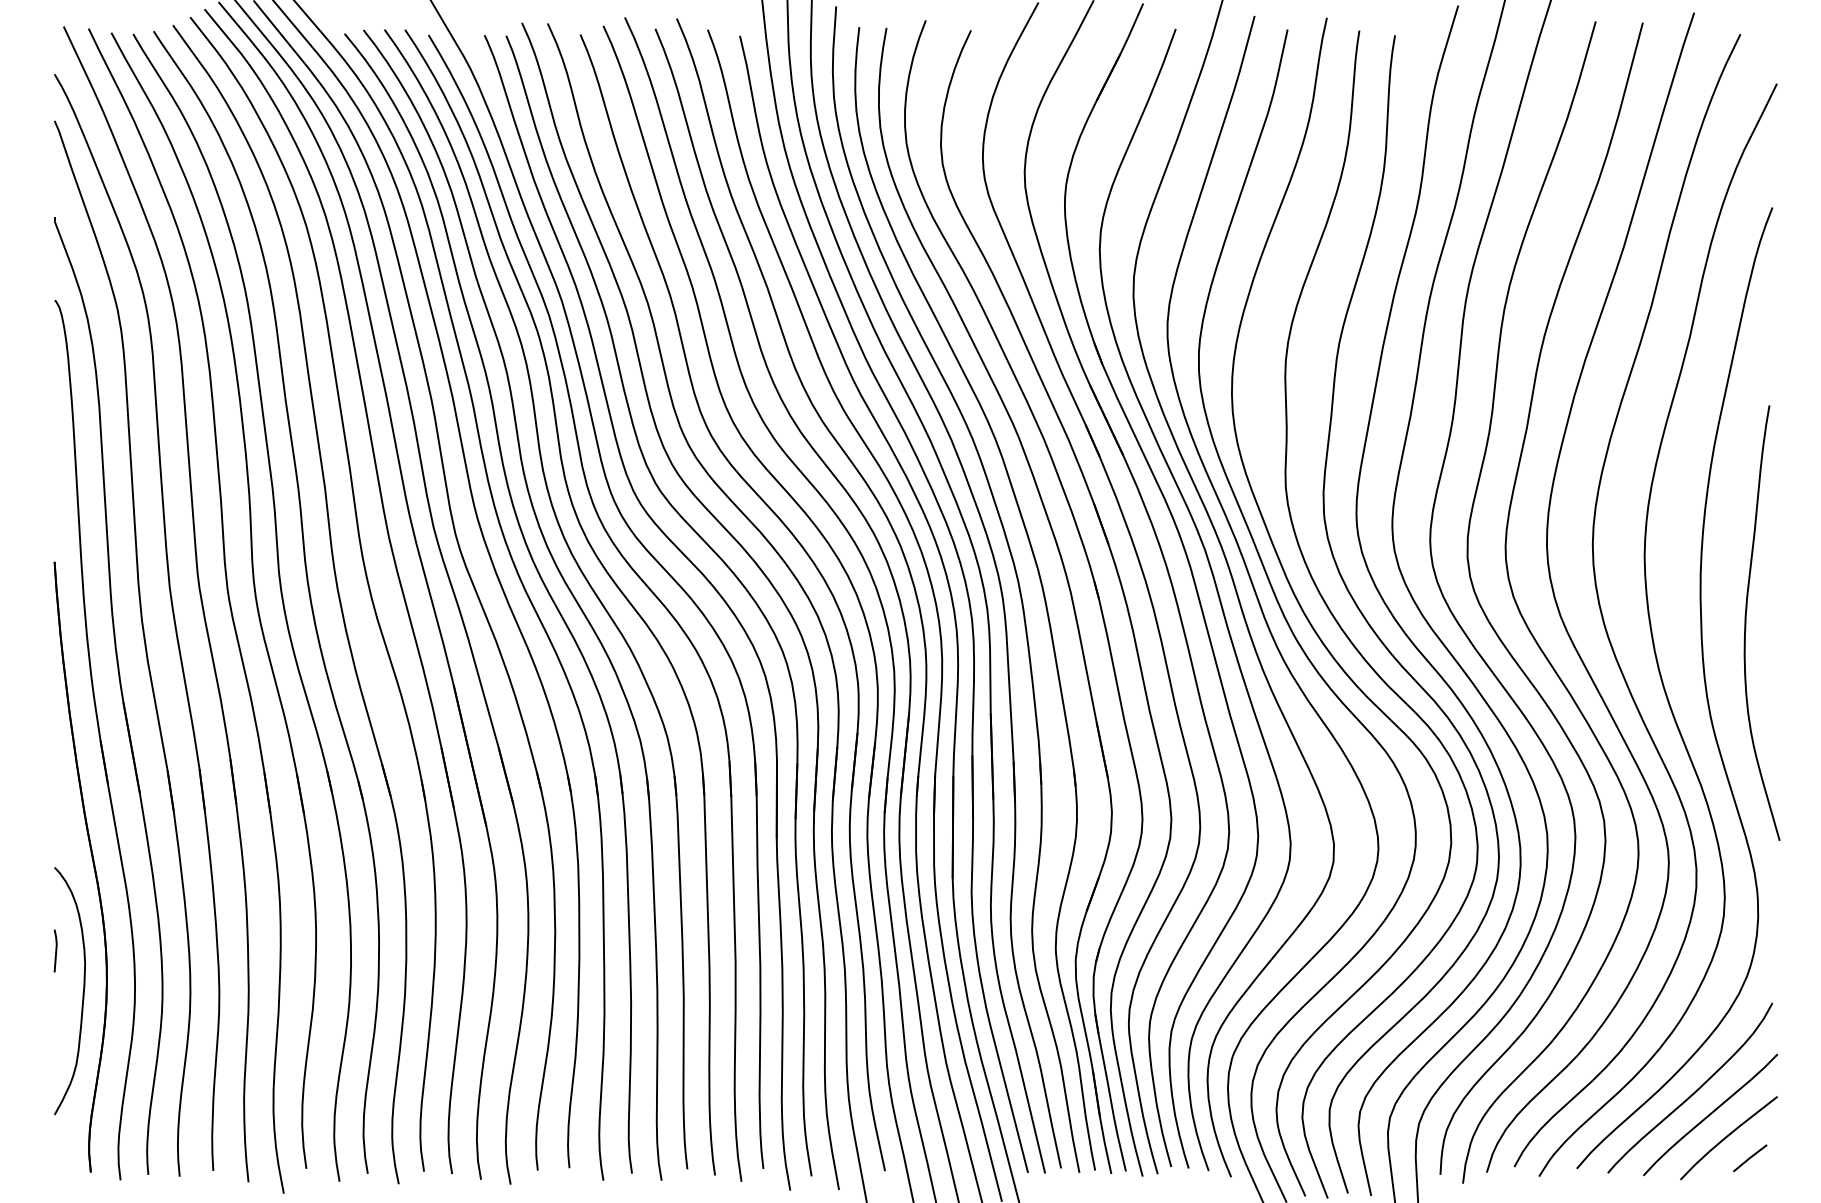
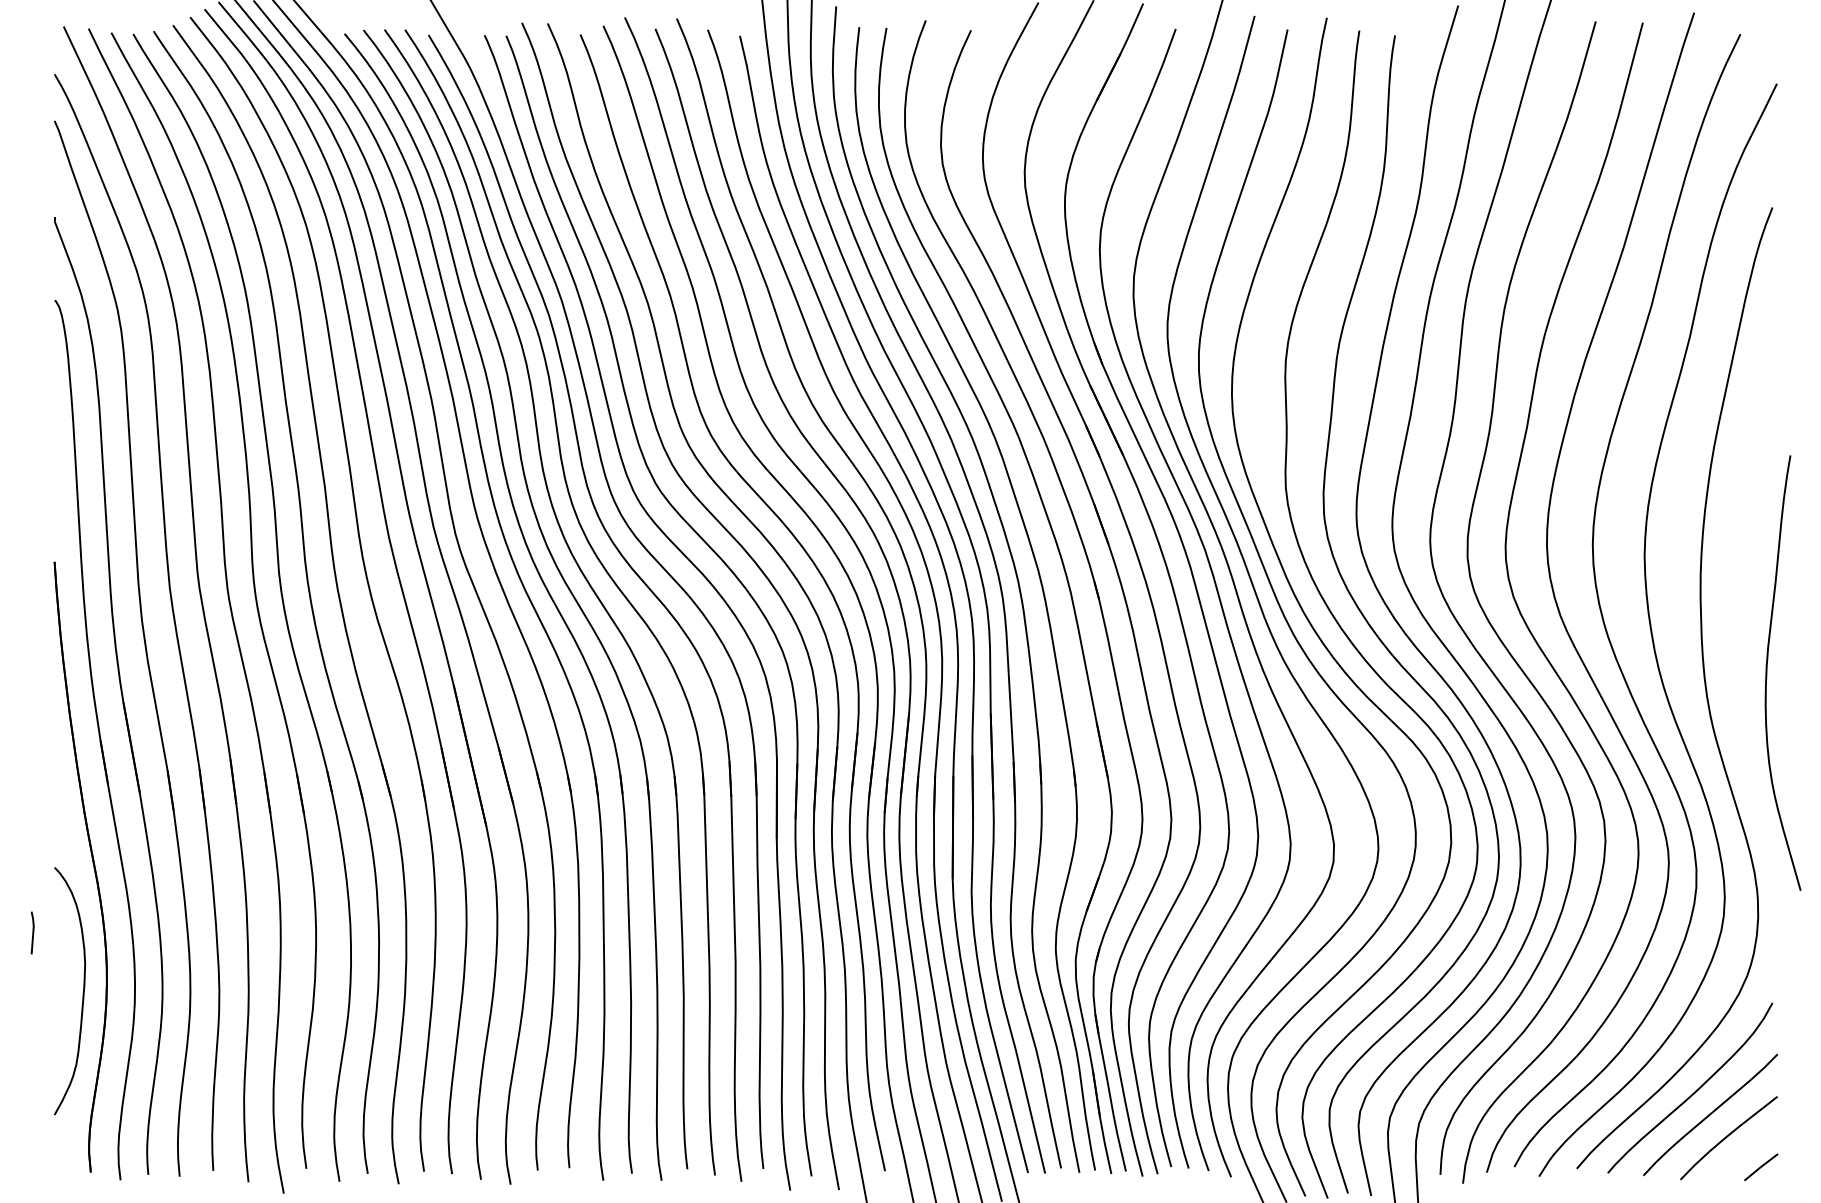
curve at (1746, 622) position: (1746, 622) -> (1767, 672)
line at (55, 950) position: (55, 950) -> (32, 932)
line at (1750, 1158) position: (1750, 1158) -> (1761, 1167)
